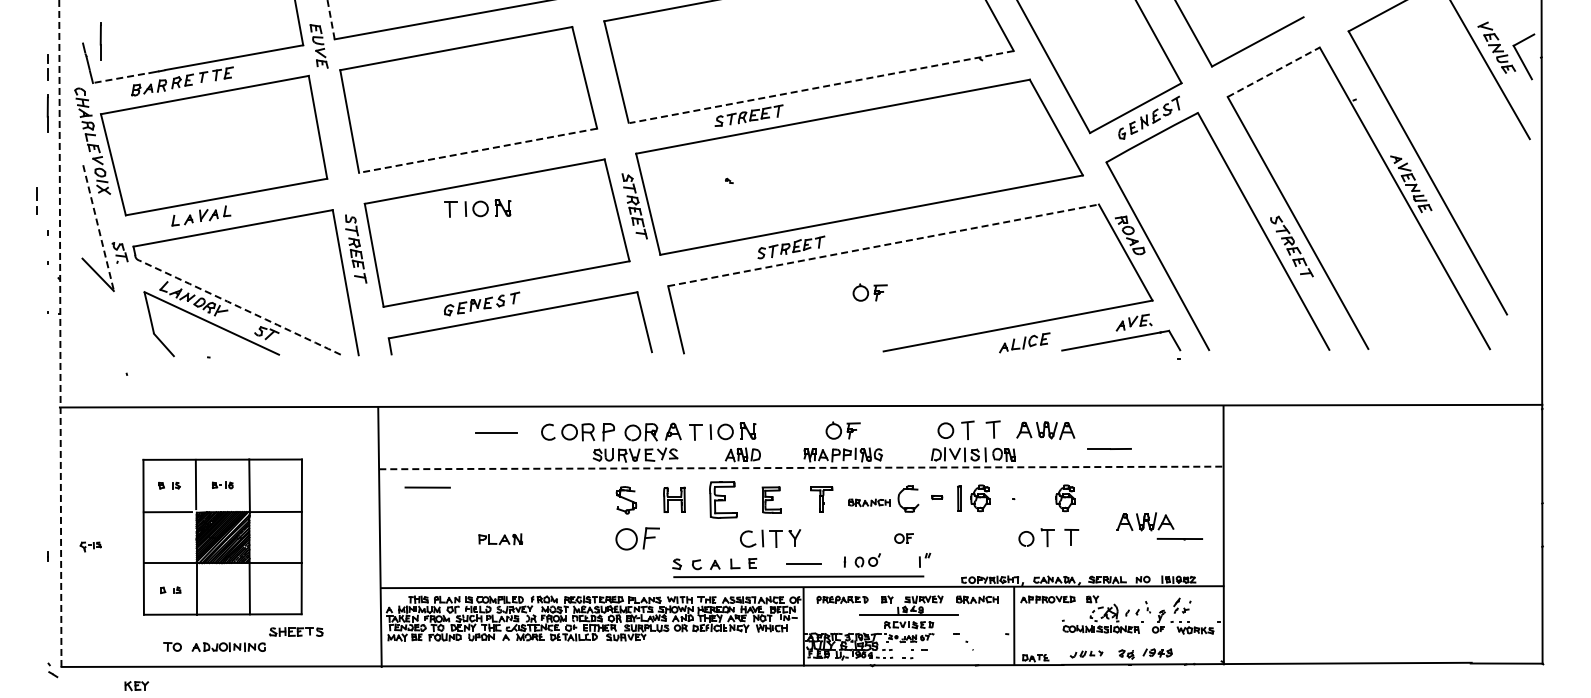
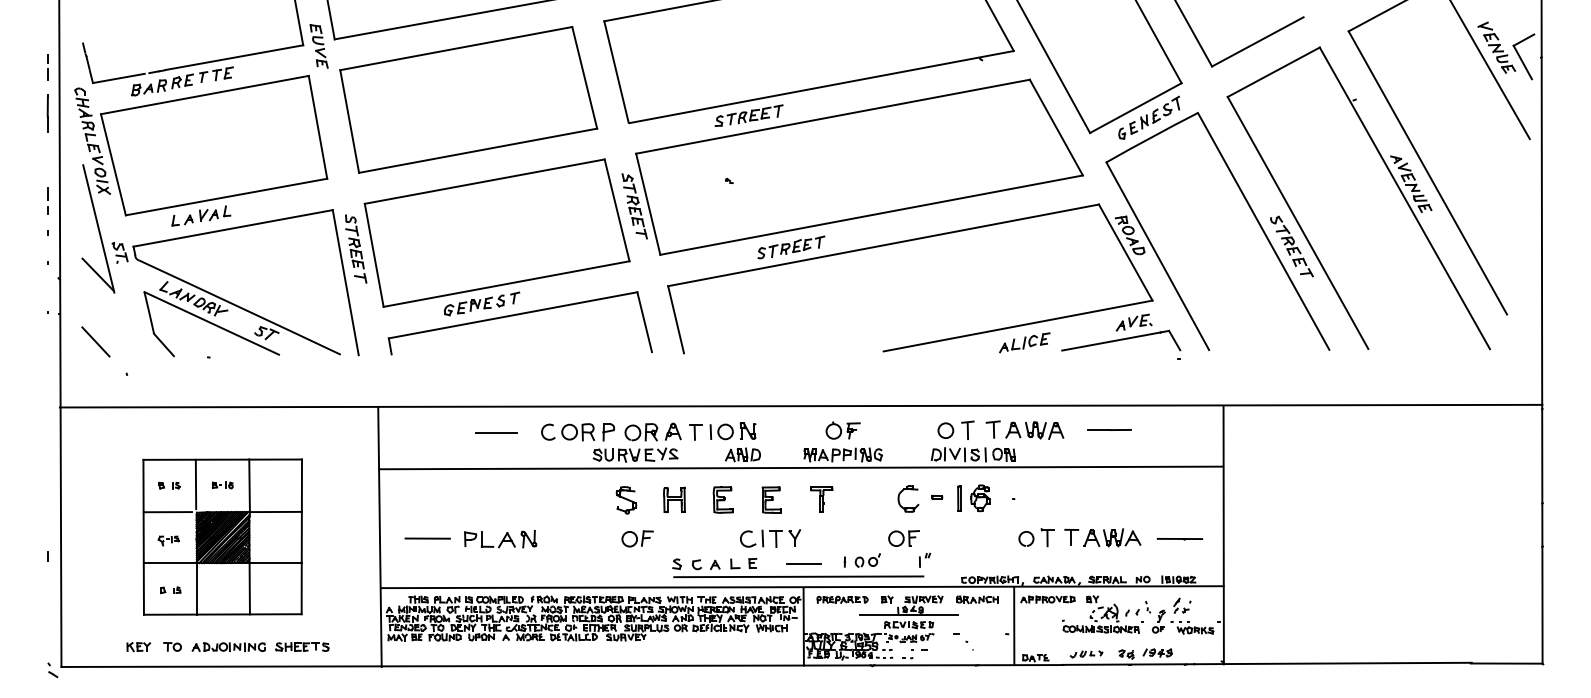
line at (331, 19): dashed -> solid
line at (100, 41): present -> none
line at (1274, 72): dashed -> solid
line at (118, 78): dashed -> solid
line at (821, 87): dashed -> solid
line at (477, 150): dashed -> solid
line at (36, 200) position: (36, 200) -> (47, 200)
part at (477, 208): present -> none
line at (98, 228): dashed -> solid
line at (884, 245): dashed -> solid
part at (869, 292): present -> none
arc at (240, 307): dashed -> solid
line at (60, 333): dashed -> solid
line at (95, 341): none -> present
part at (1045, 430) position: (1045, 430) -> (1034, 430)
line at (1109, 448) position: (1109, 448) -> (1109, 429)
line at (801, 467): dashed -> solid
line at (427, 487) position: (427, 487) -> (427, 538)
part at (1065, 498): present -> none
part at (723, 499) size: 29x38 px -> 22x28 px
part at (869, 502): present -> none
part at (1145, 521) position: (1145, 521) -> (1112, 537)
part at (637, 538) size: 45x24 px -> 33x18 px
part at (903, 538) size: 20x11 px -> 32x17 px
part at (500, 539) size: 46x13 px -> 74x19 px
part at (90, 546) position: (90, 546) -> (168, 540)
part at (296, 631) position: (296, 631) -> (302, 646)
part at (136, 686) position: (136, 686) -> (138, 647)
